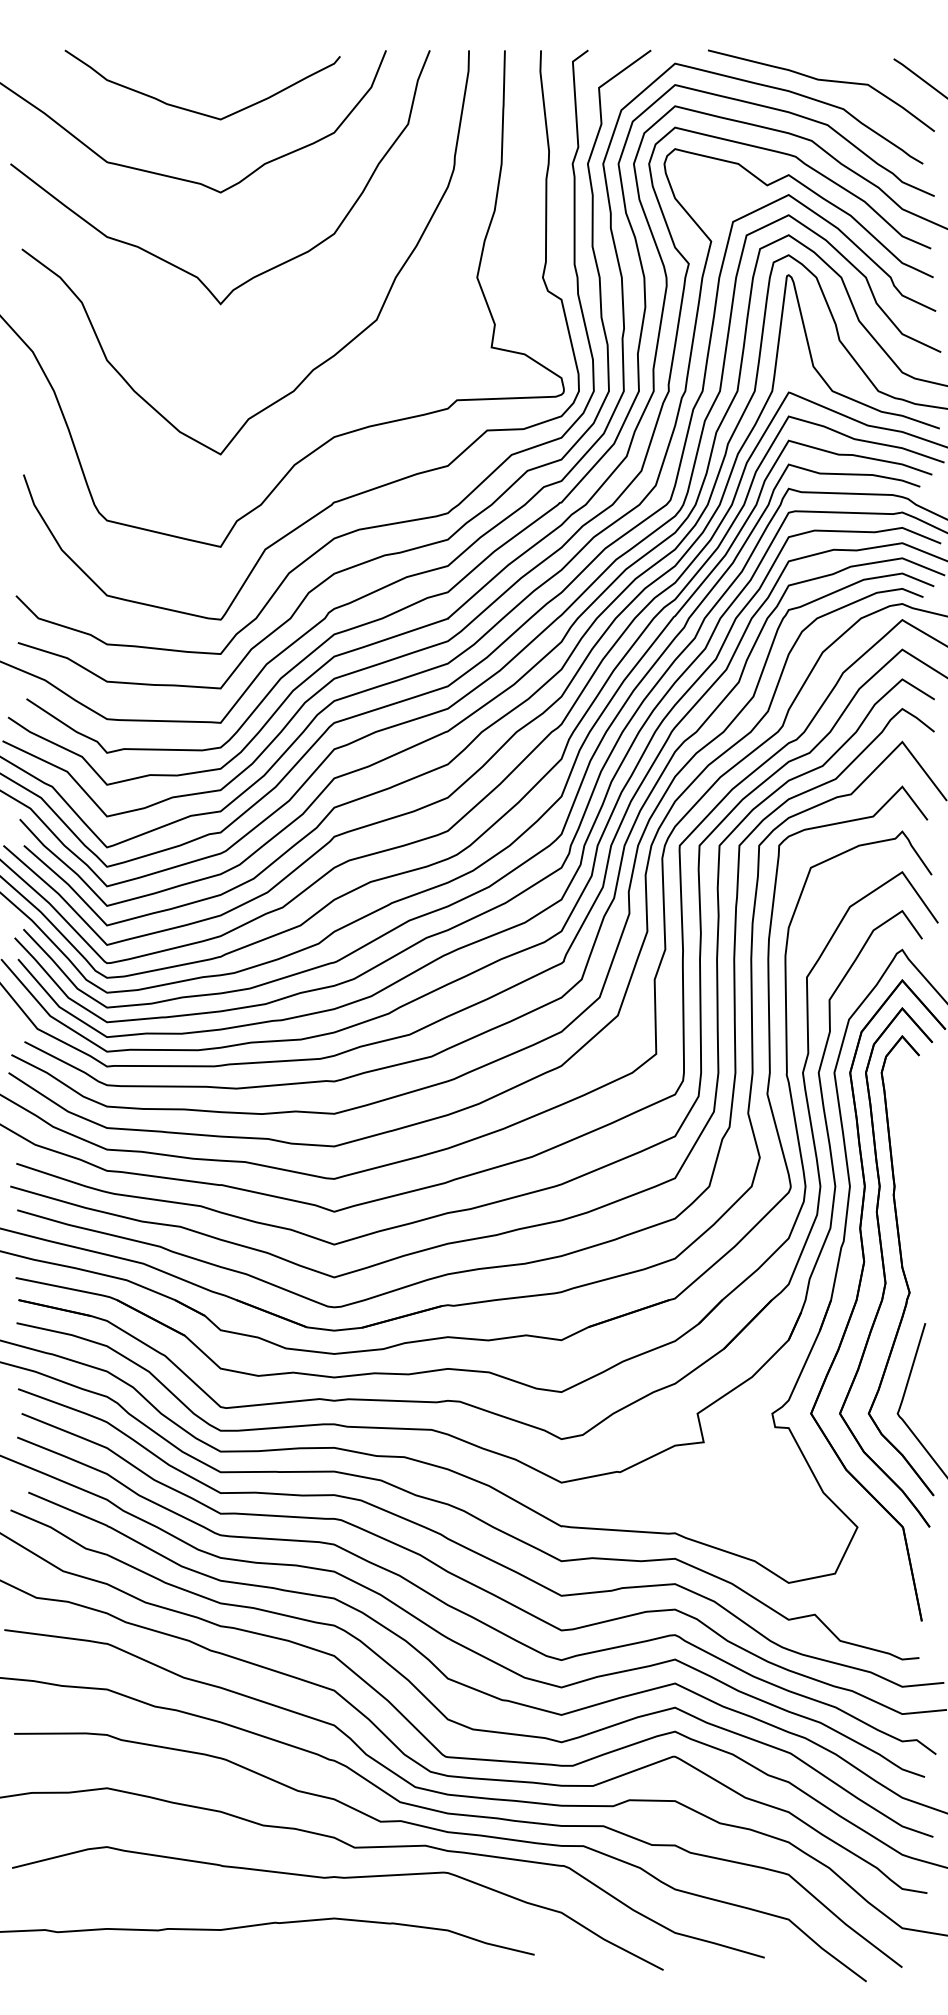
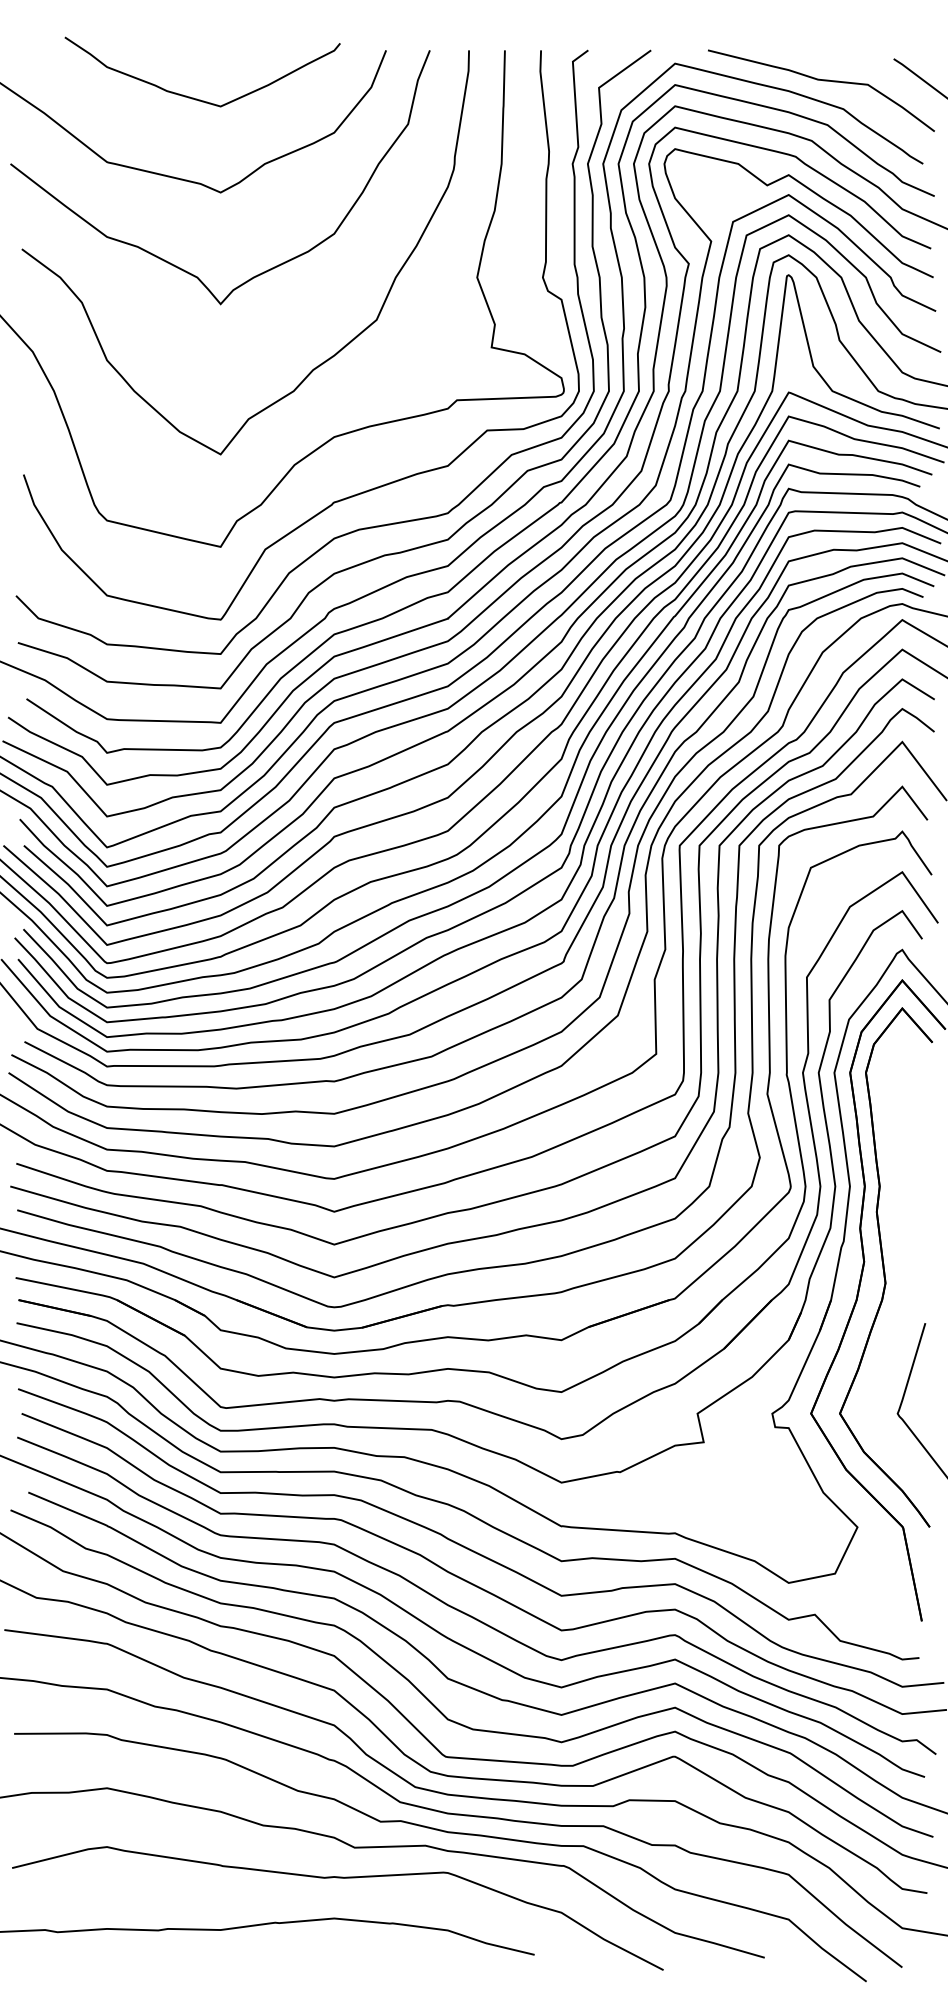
curve at (197, 111) position: (197, 111) -> (197, 98)
part at (900, 1265): present -> none
